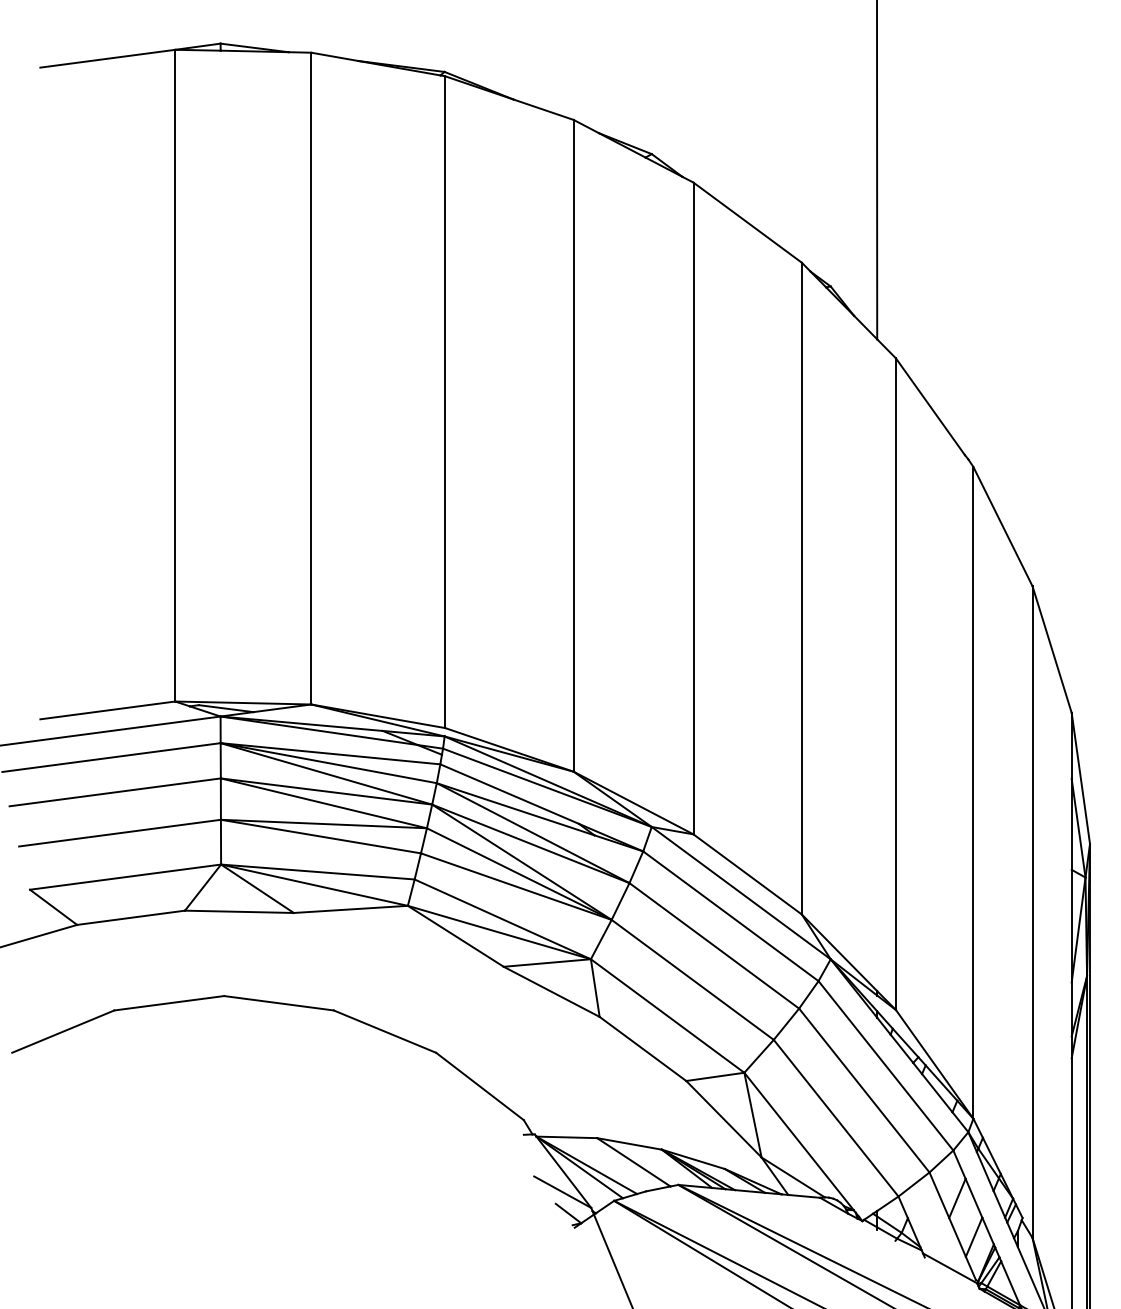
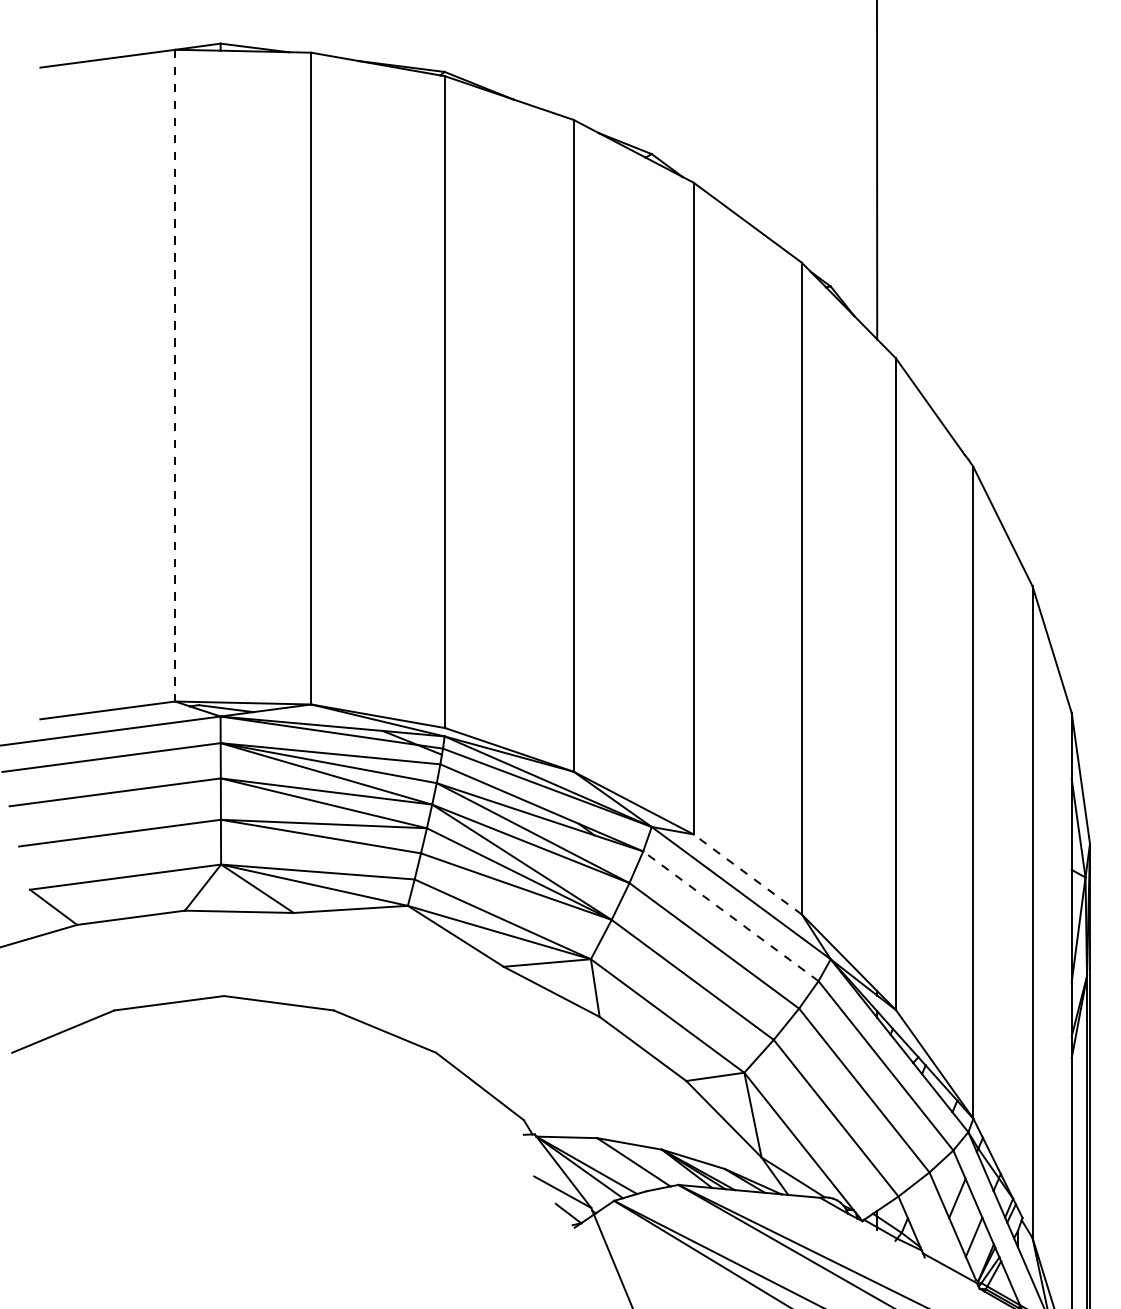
line at (175, 375): solid -> dashed
line at (747, 874): solid -> dashed
line at (730, 915): solid -> dashed
